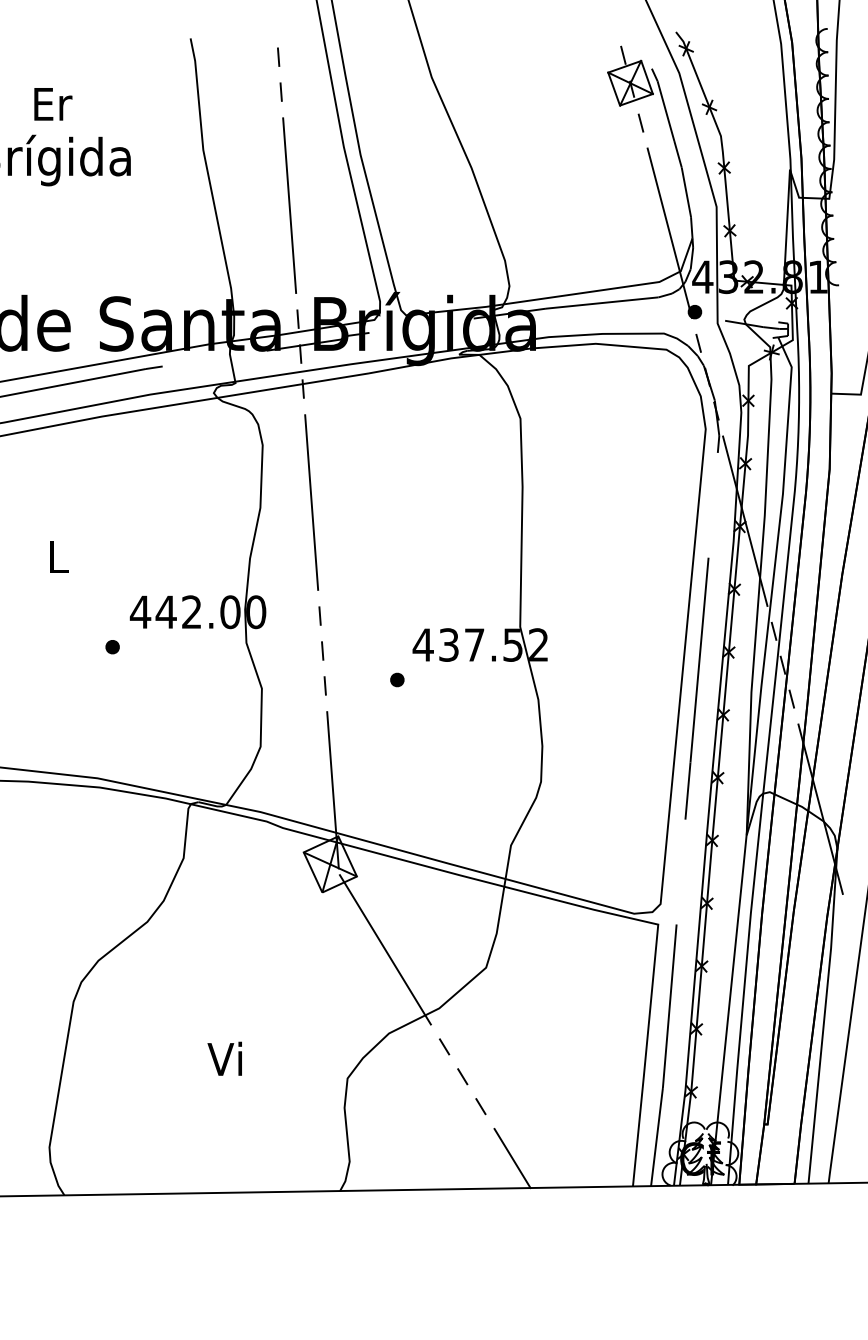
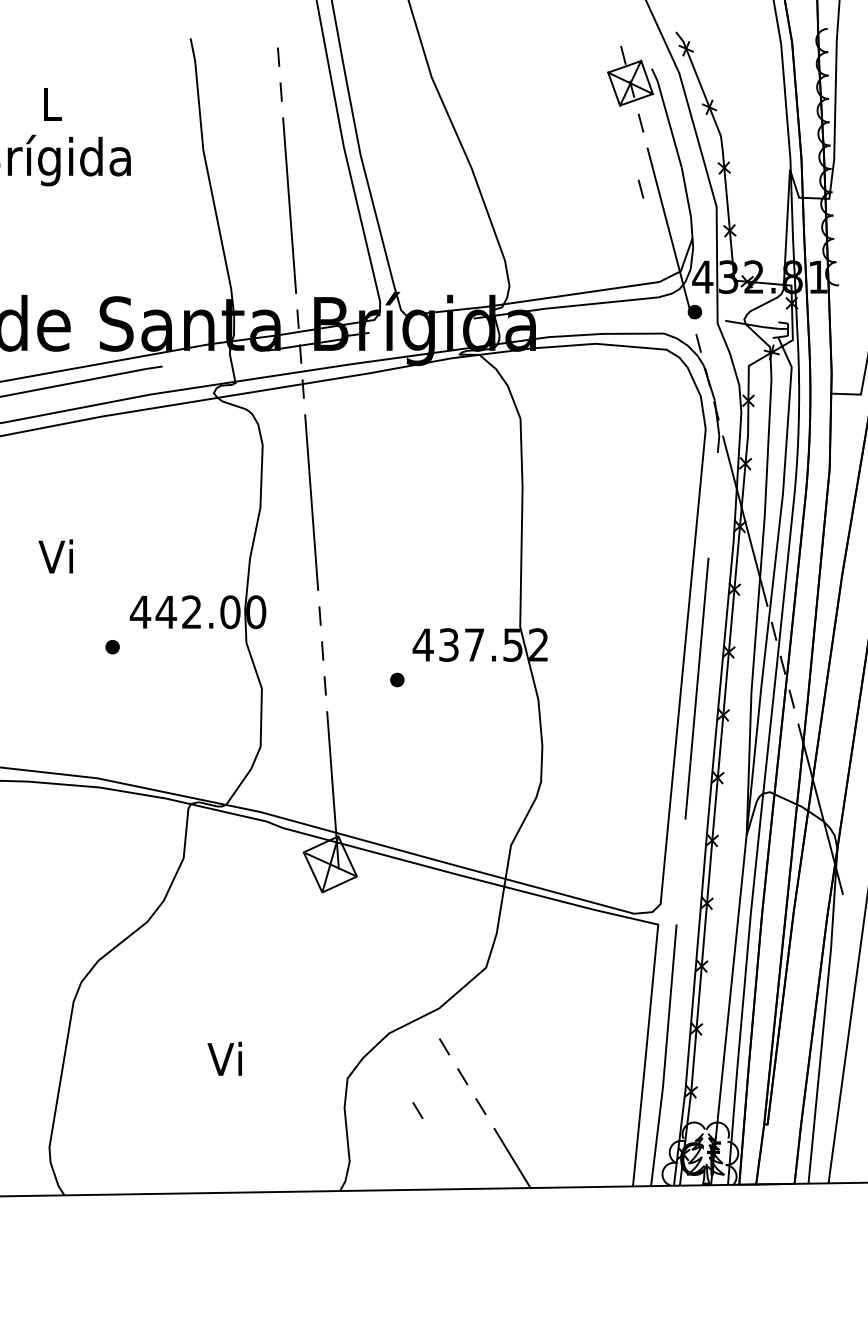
text at (53, 104): Er -> L
line at (640, 188): none -> present
text at (55, 556): L -> Vi
line at (384, 949): present -> none
line at (417, 1110): none -> present
